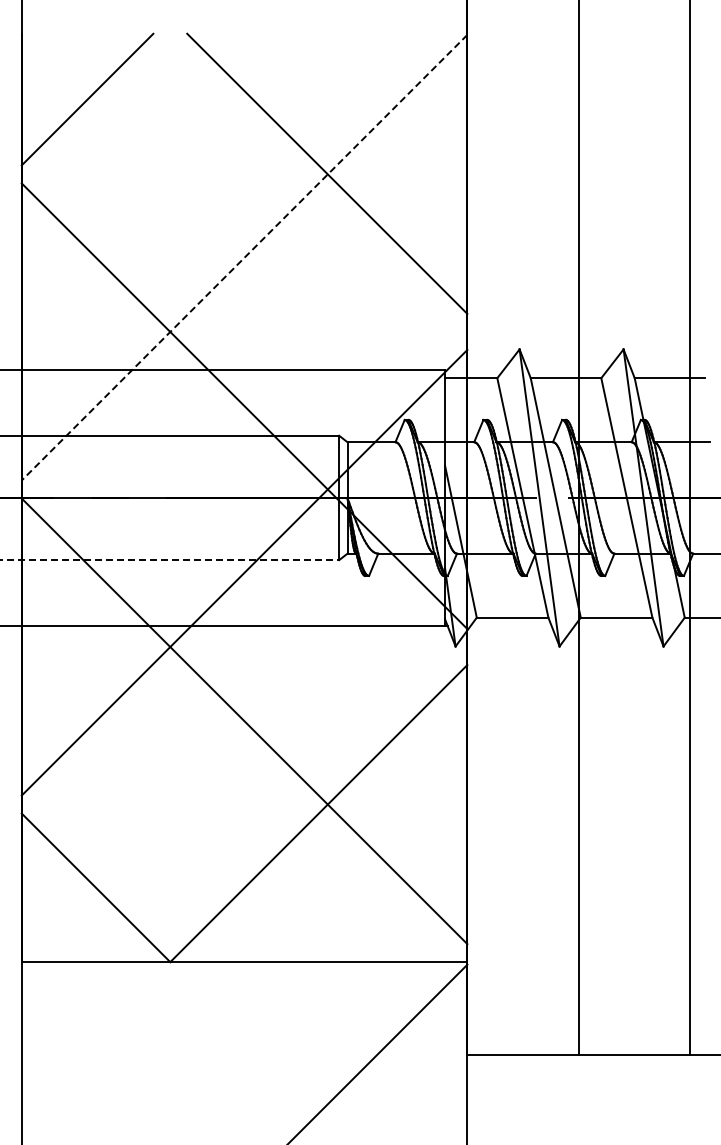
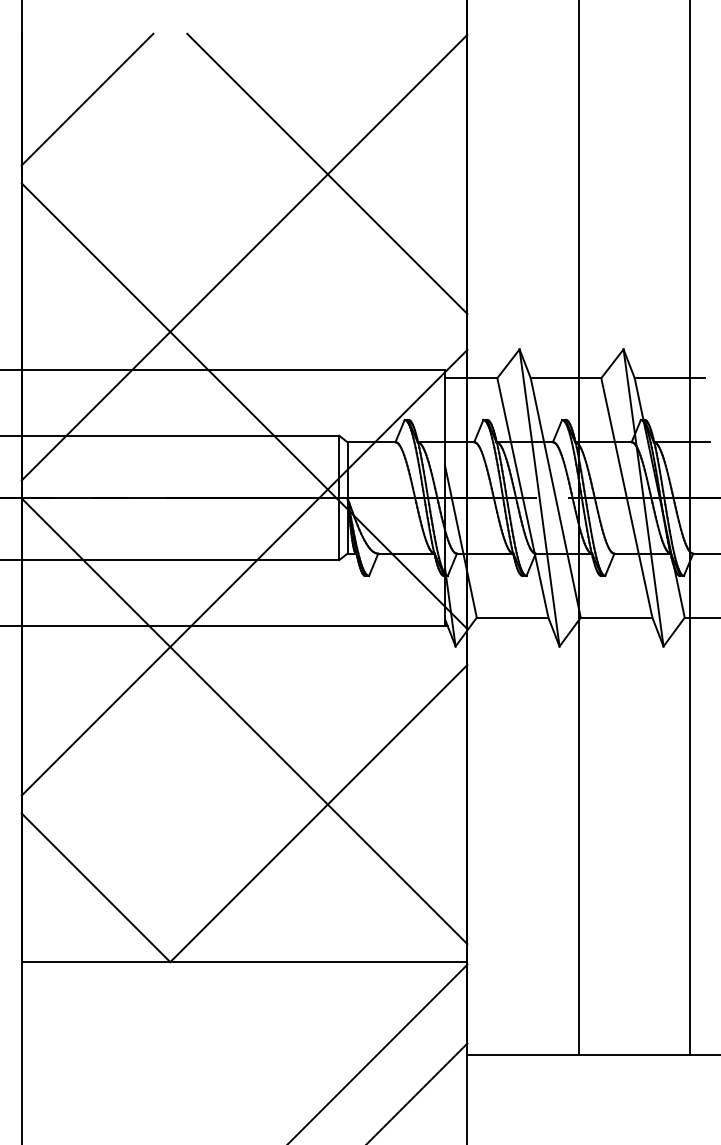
line at (244, 258): dashed -> solid
line at (170, 560): dashed -> solid
line at (418, 1092): none -> present
